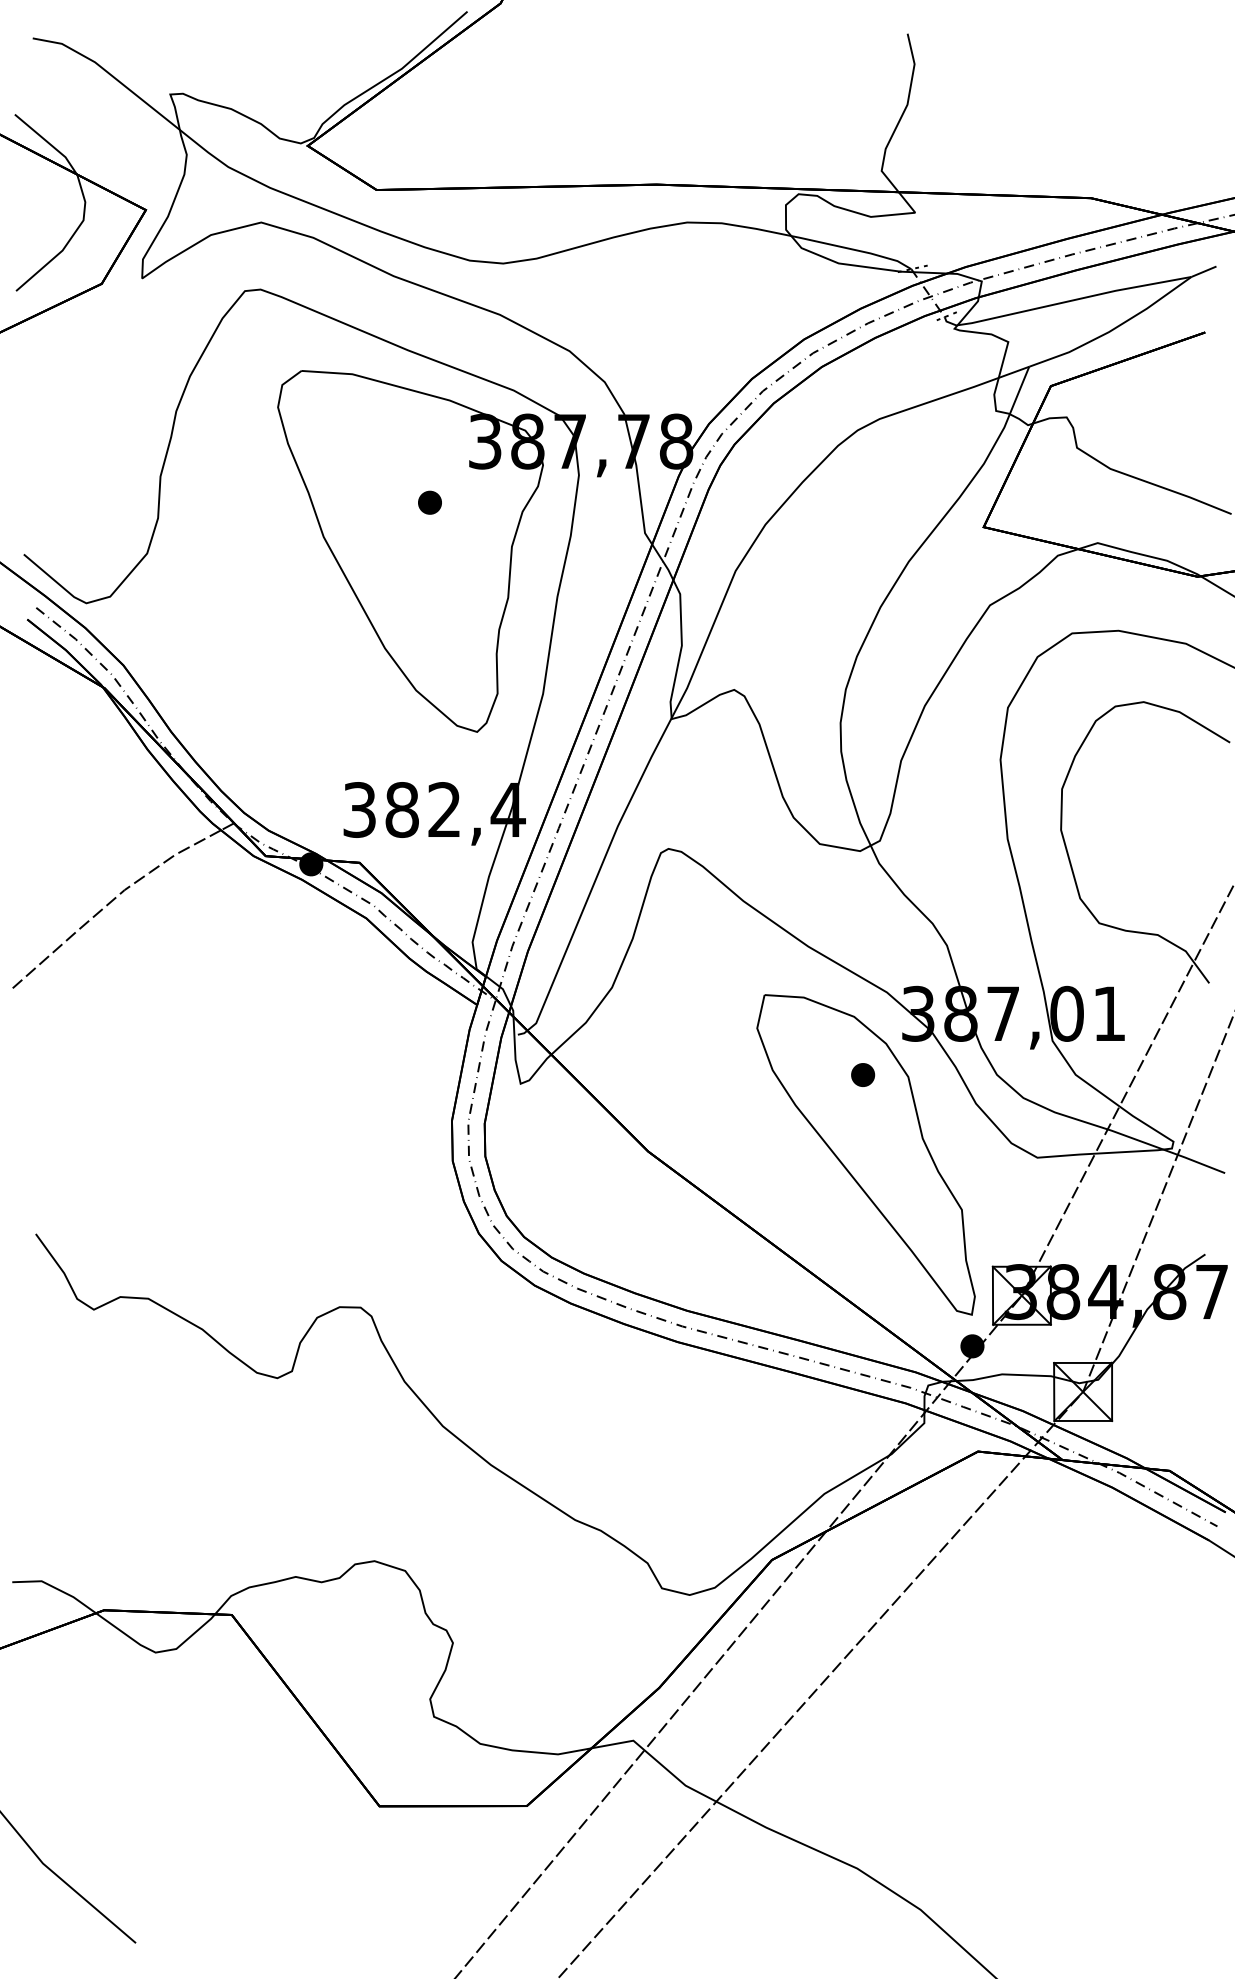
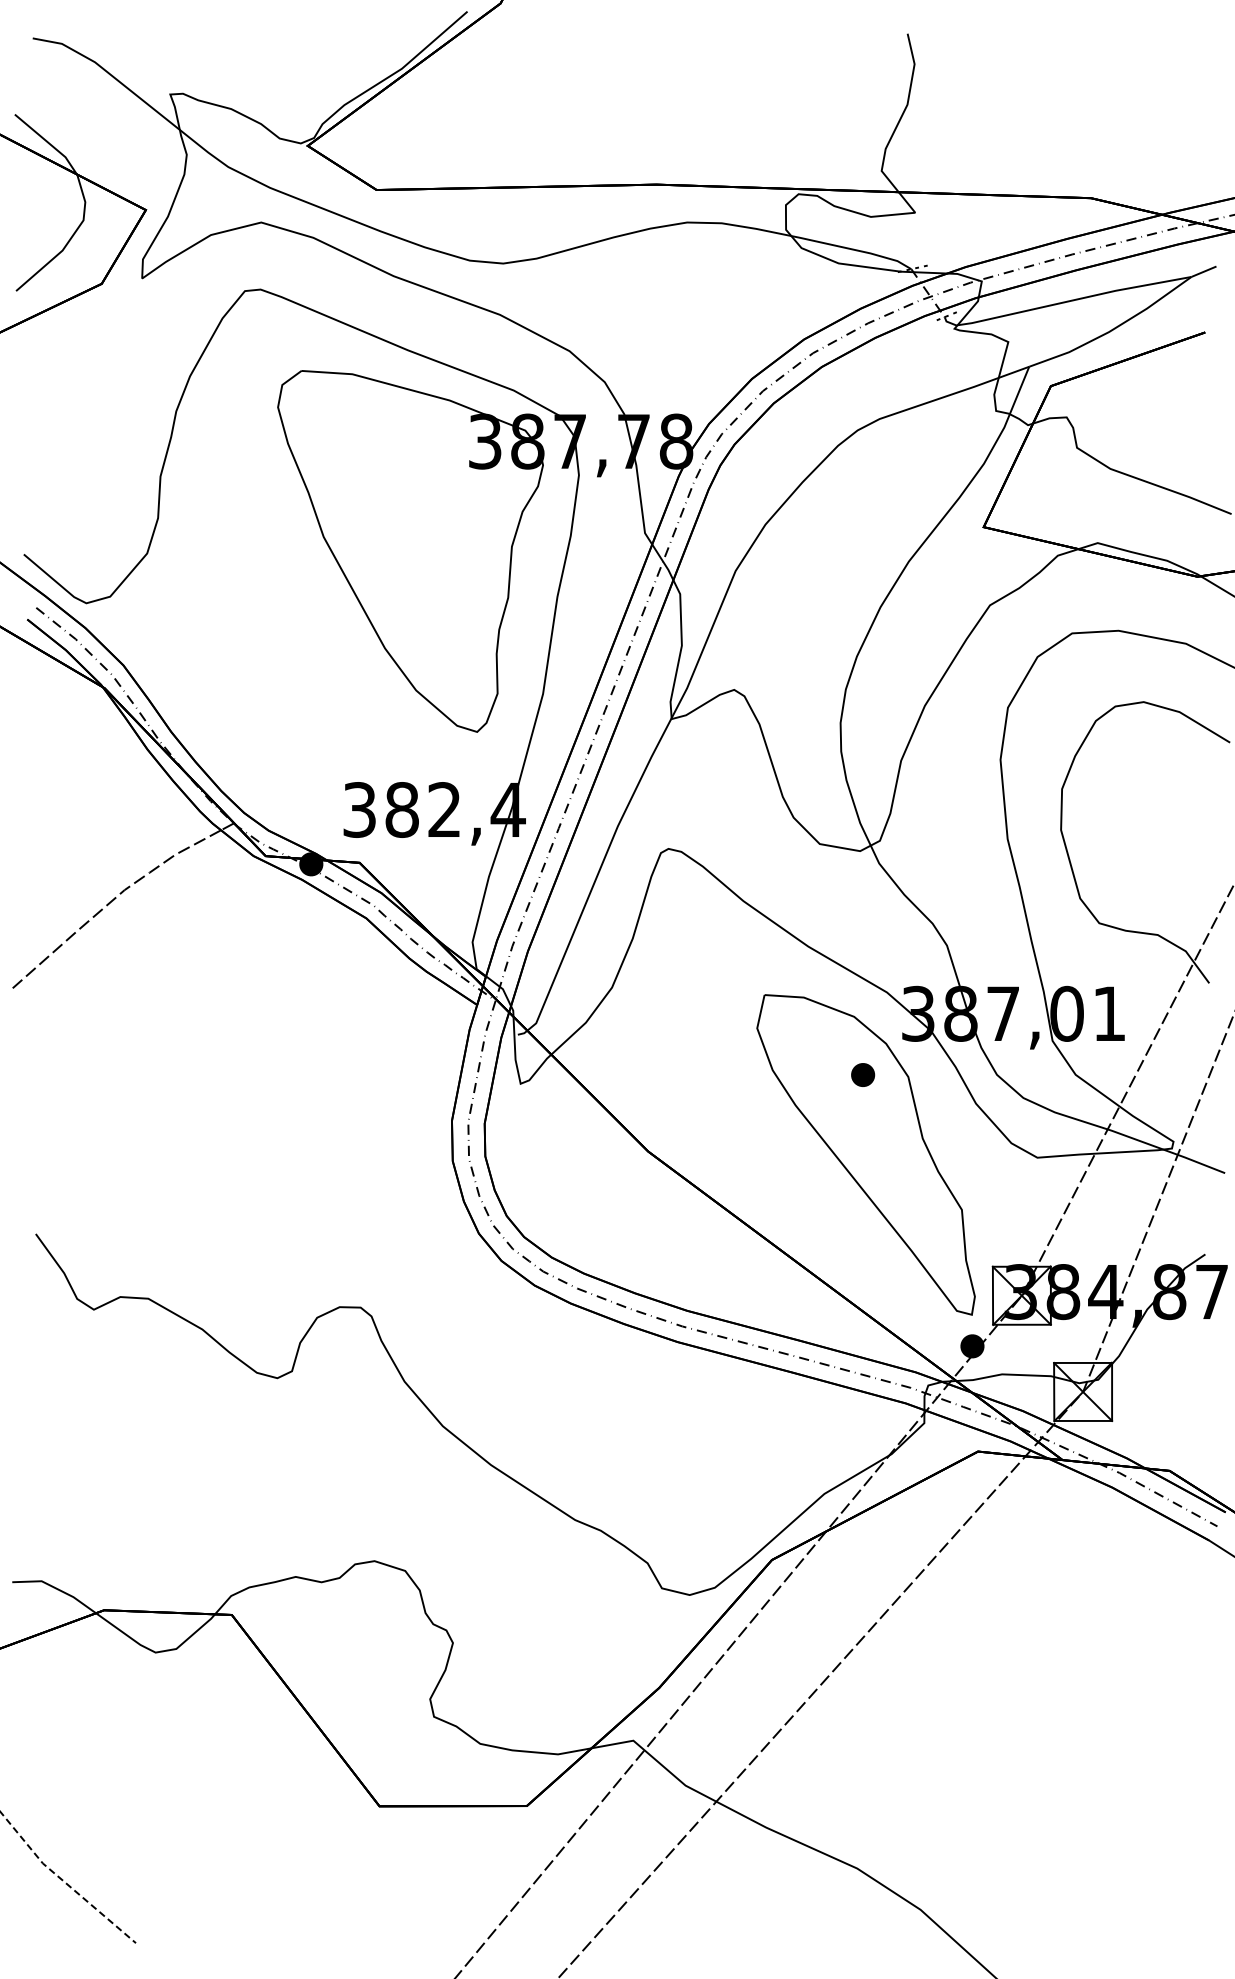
part at (429, 502): present -> none
line at (64, 1881): solid -> dashed
